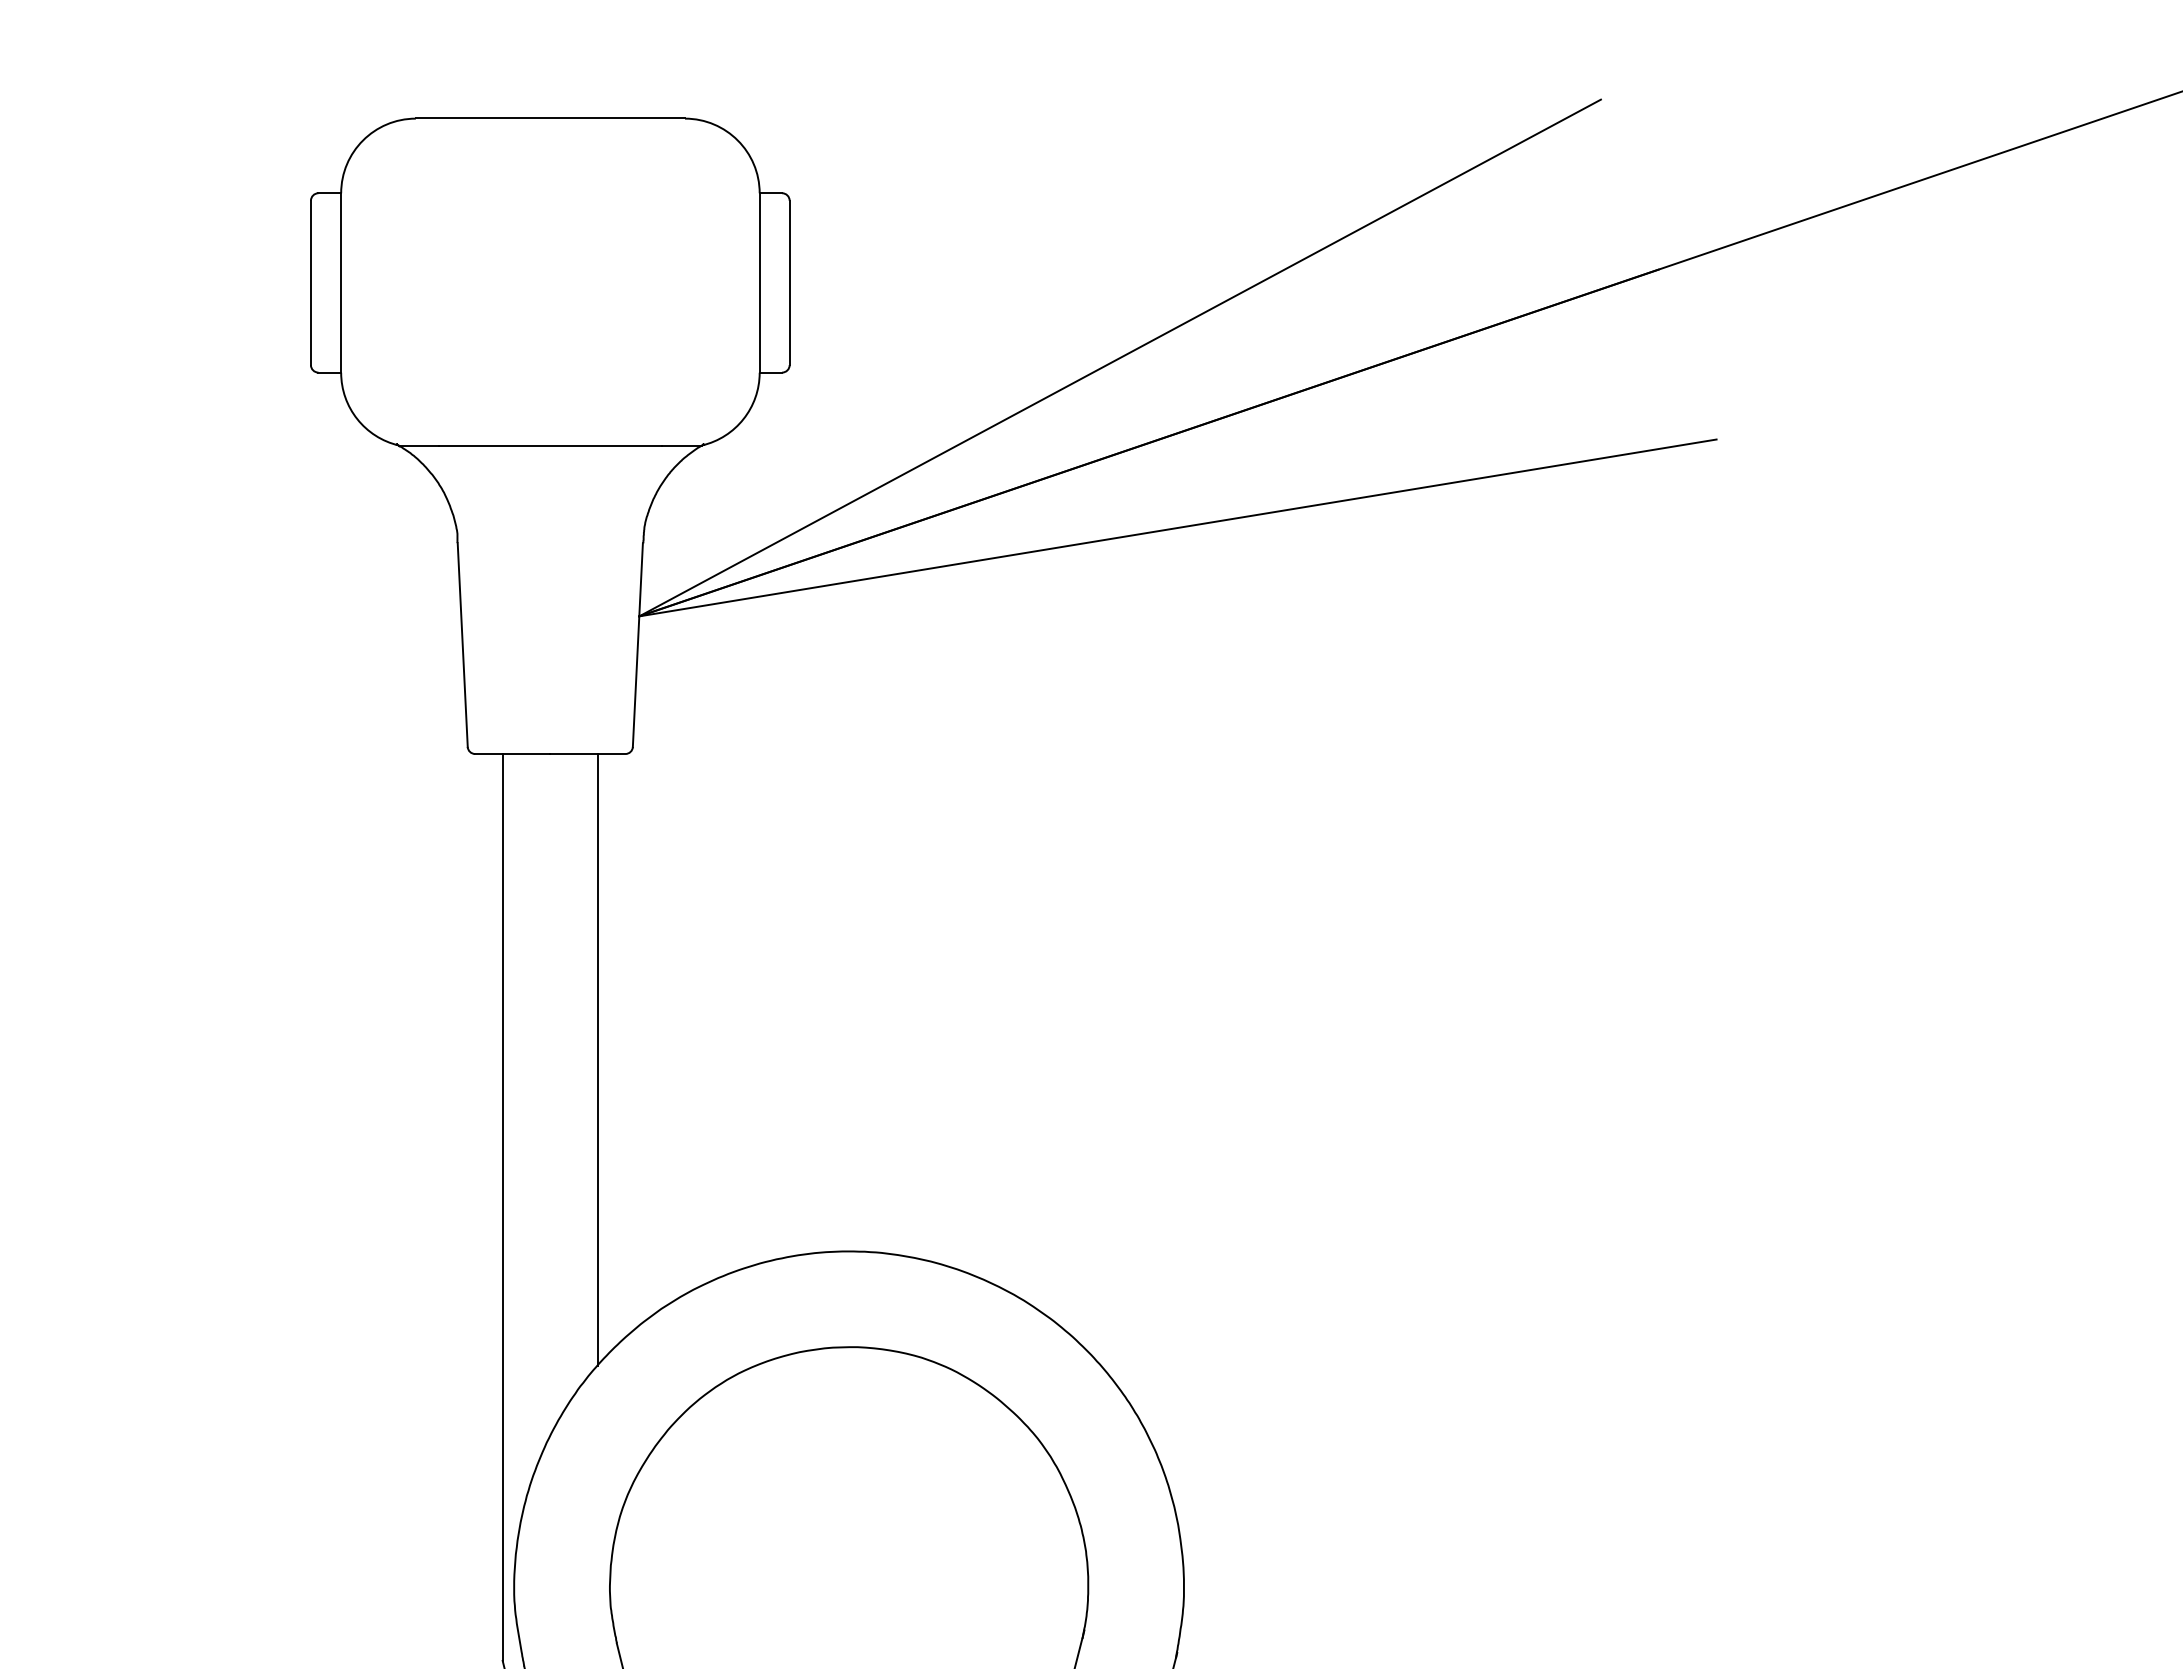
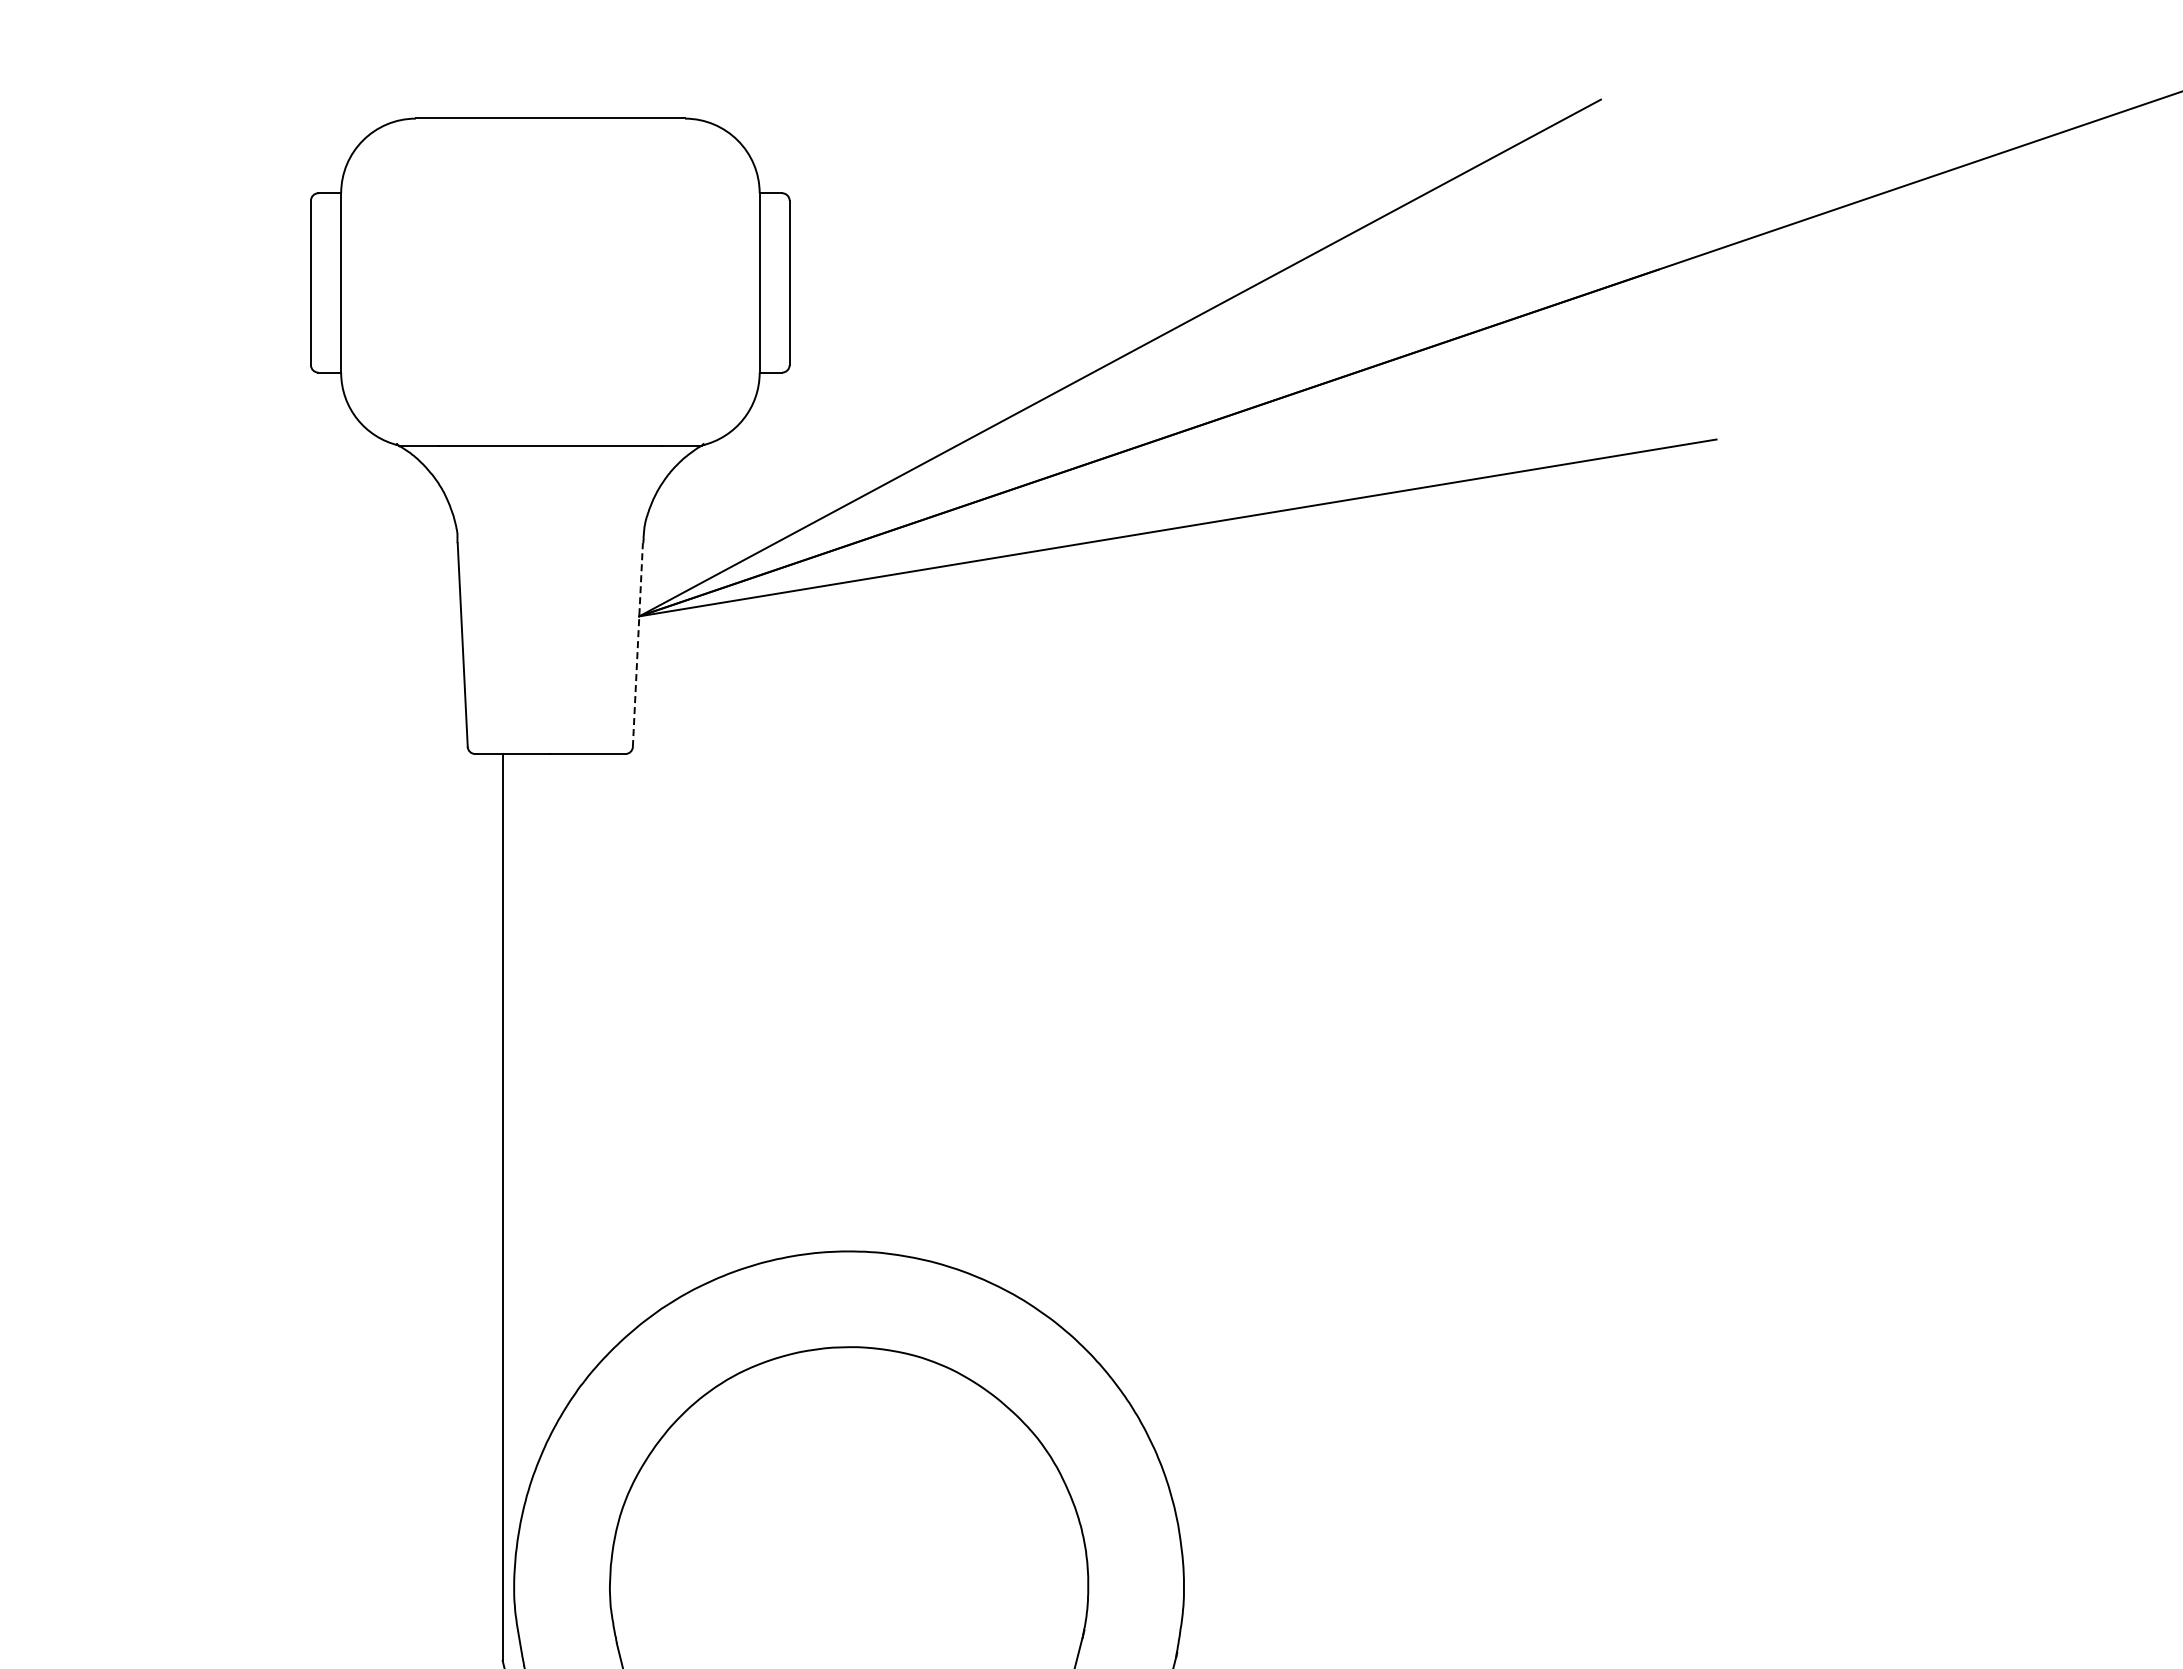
line at (637, 644): solid -> dashed
line at (598, 1059): present -> none
